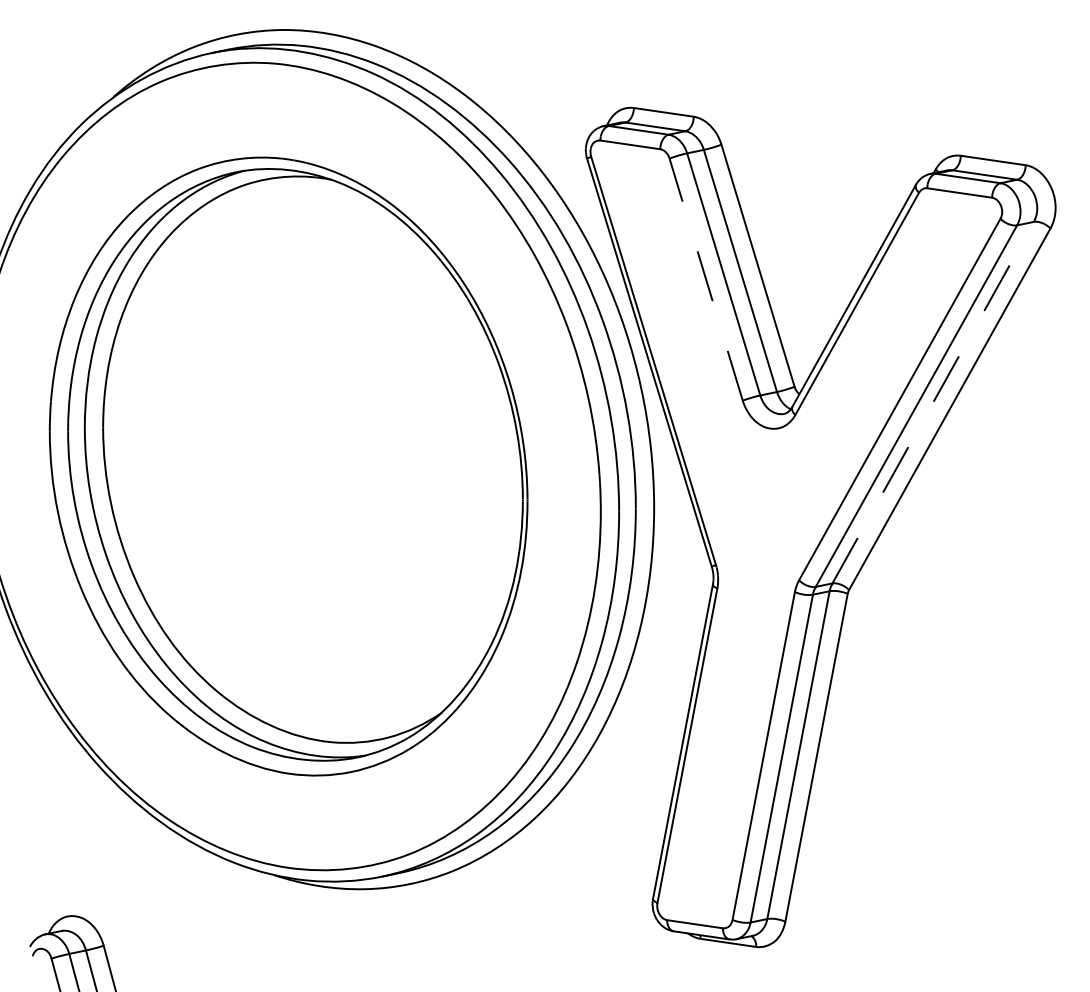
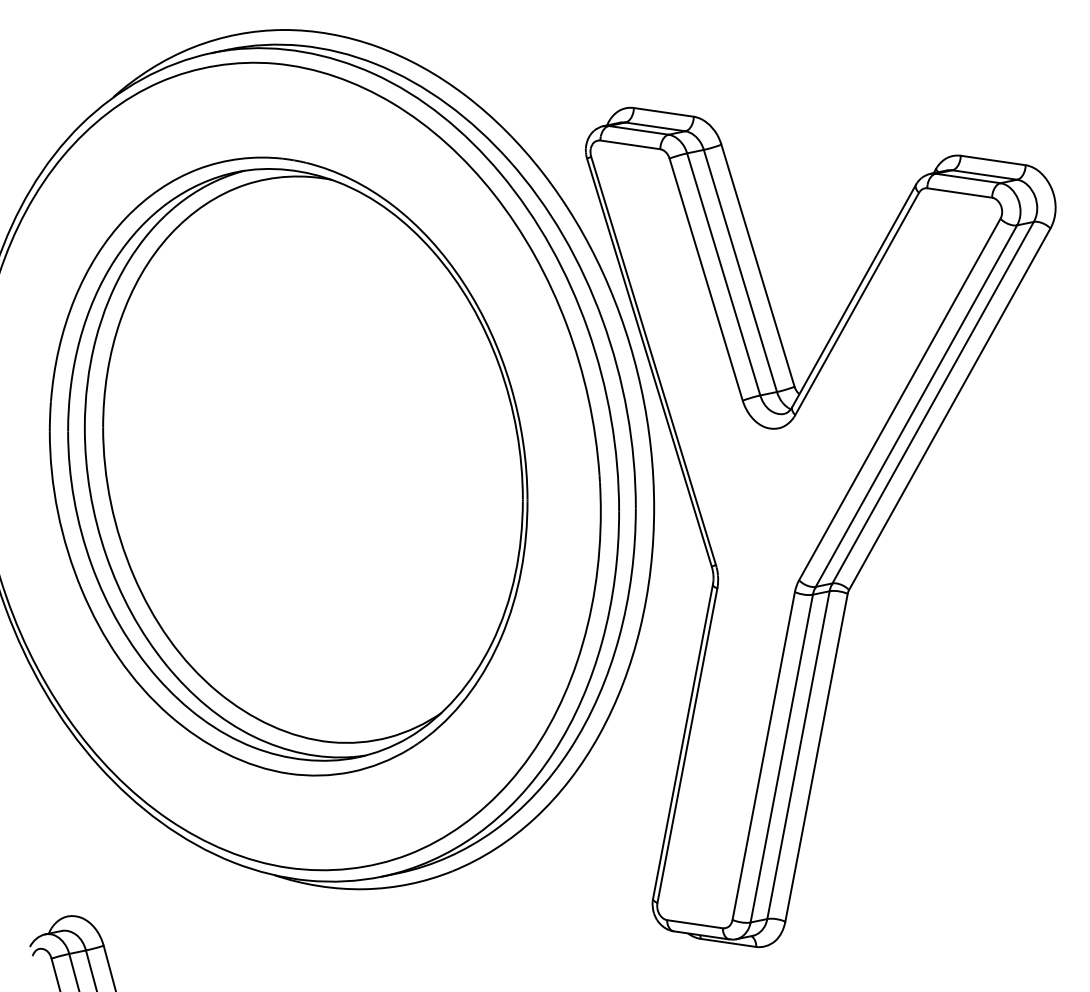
line at (706, 279): dashed -> solid
line at (933, 402): dashed -> solid
